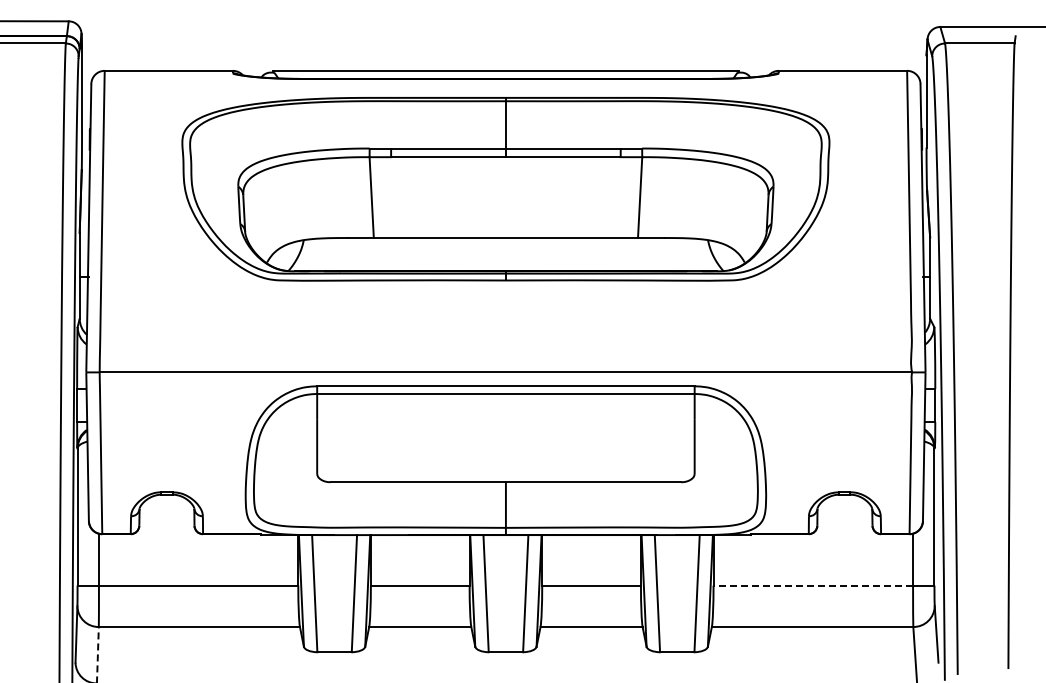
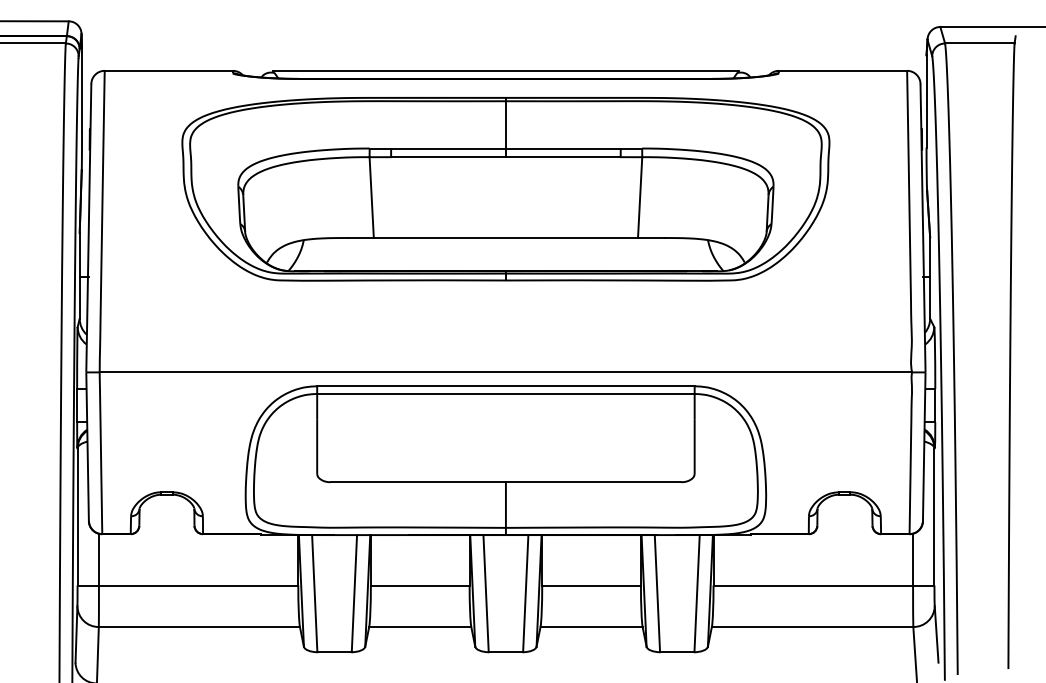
line at (813, 585): dashed -> solid
line at (97, 654): dashed -> solid
